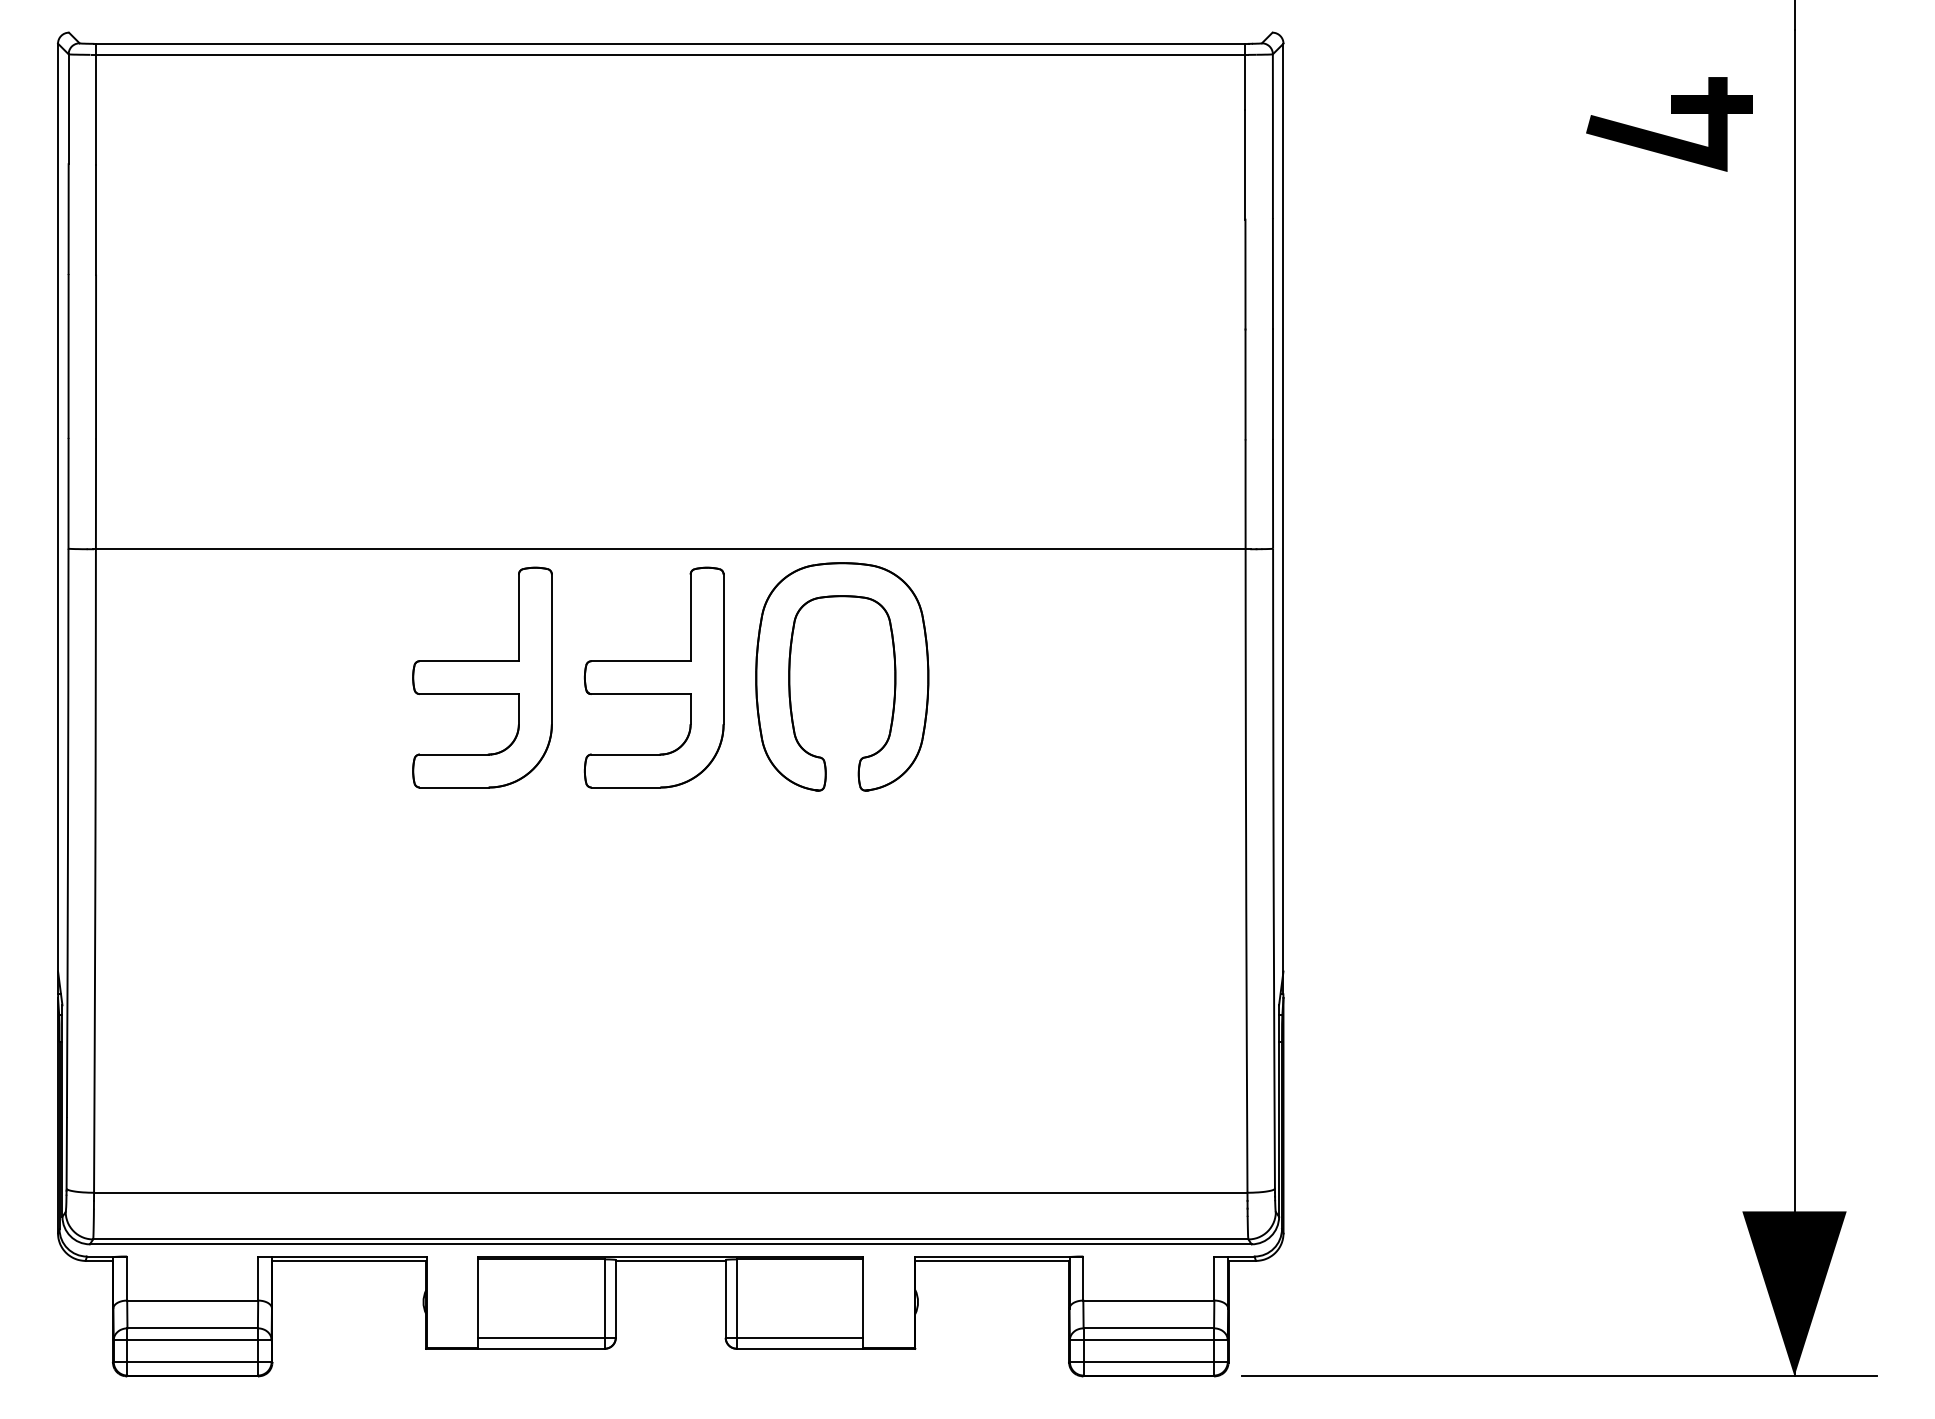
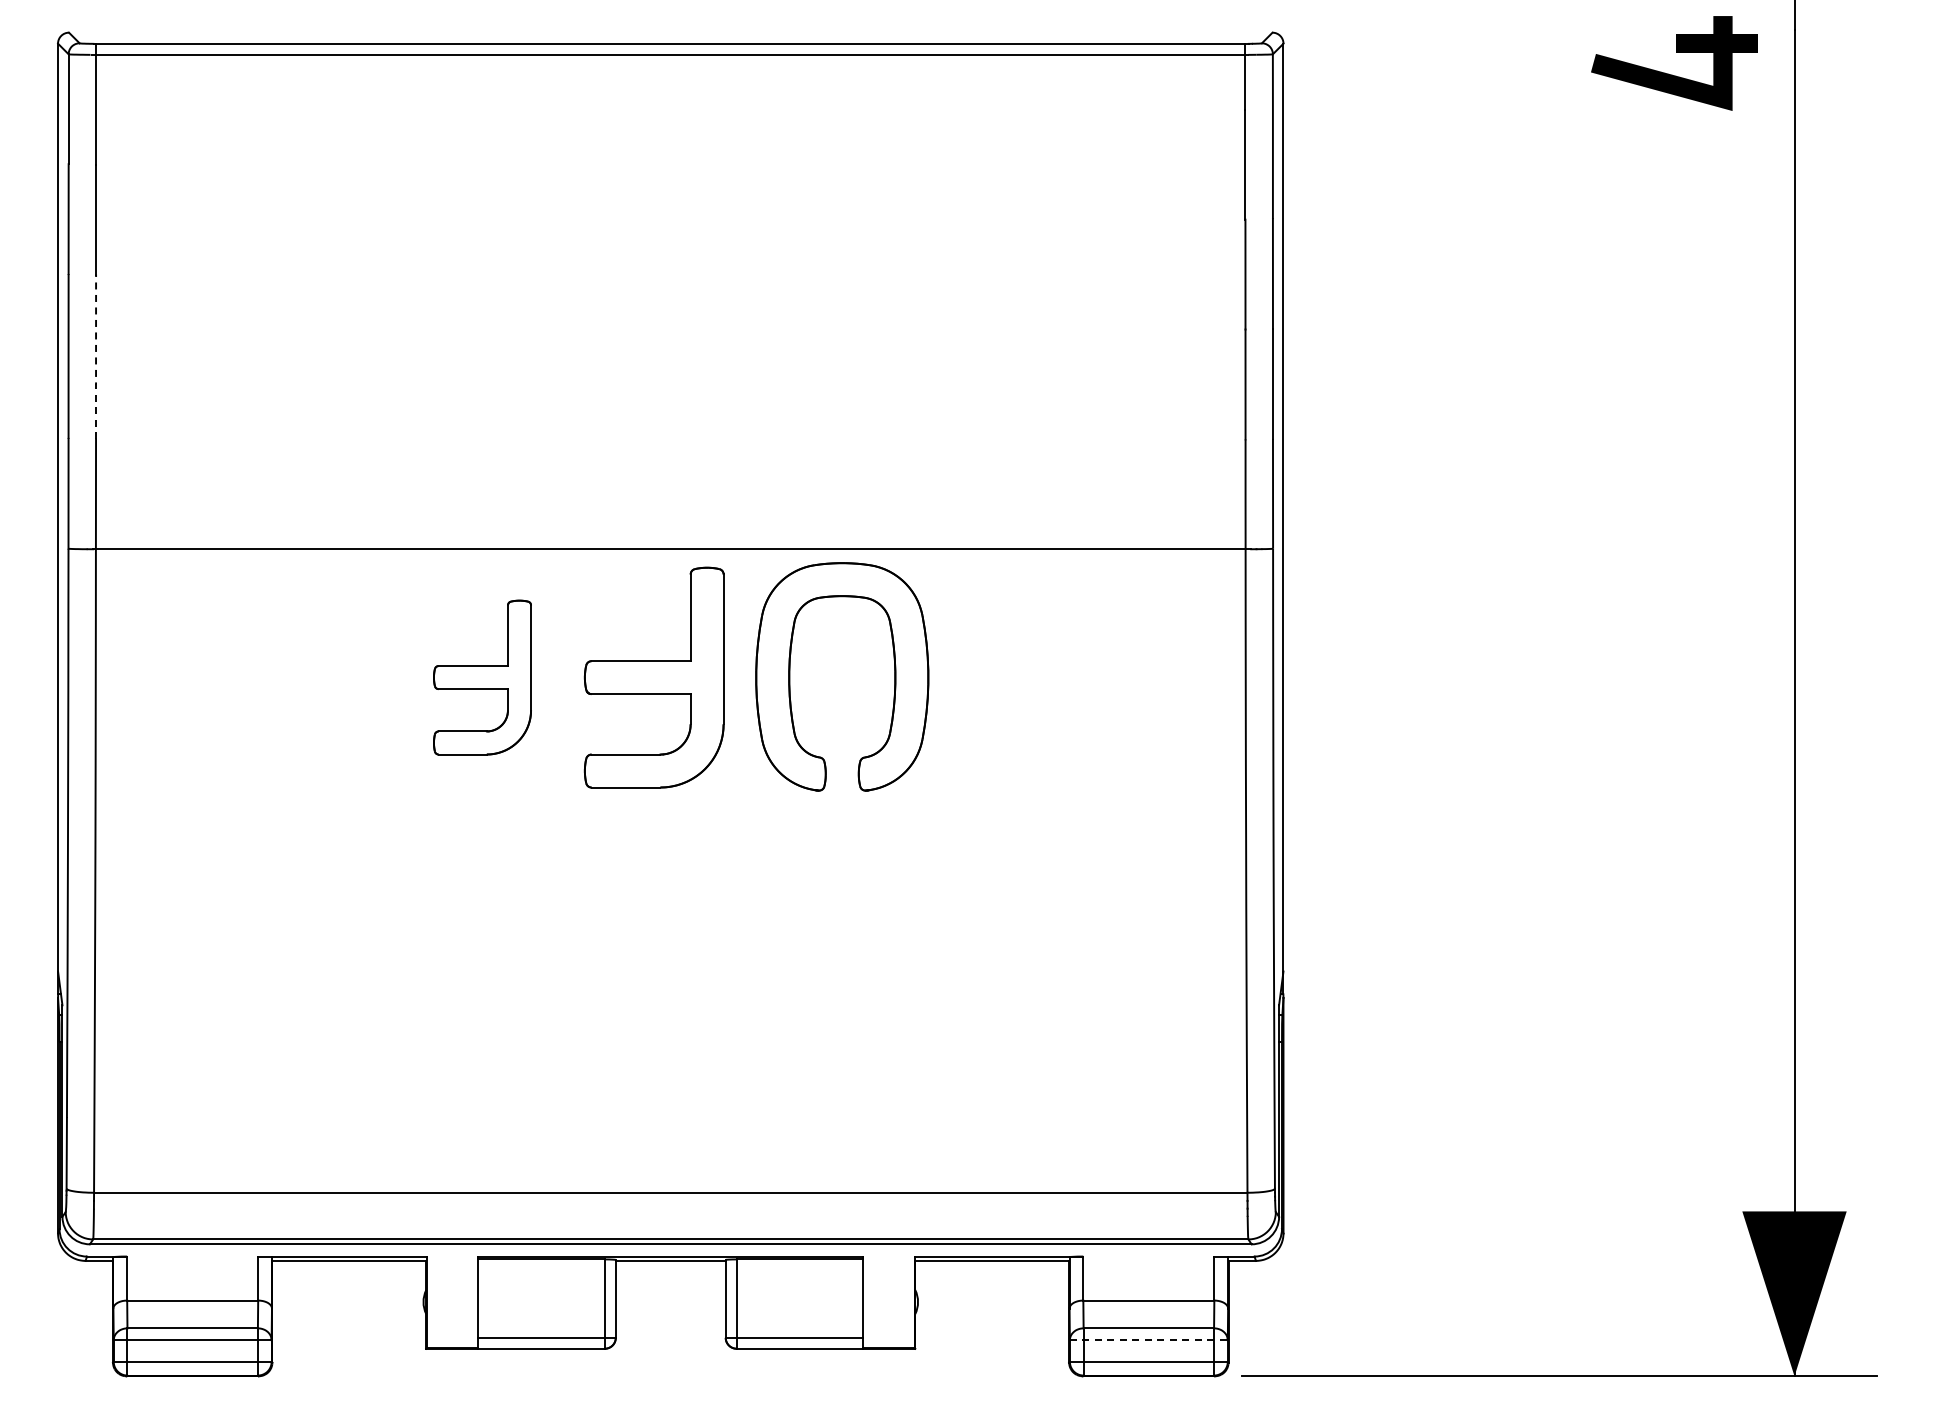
part at (1671, 113) position: (1671, 113) -> (1676, 52)
line at (96, 357): solid -> dashed
part at (482, 677) size: 141x223 px -> 99x157 px
line at (1148, 1340): solid -> dashed
